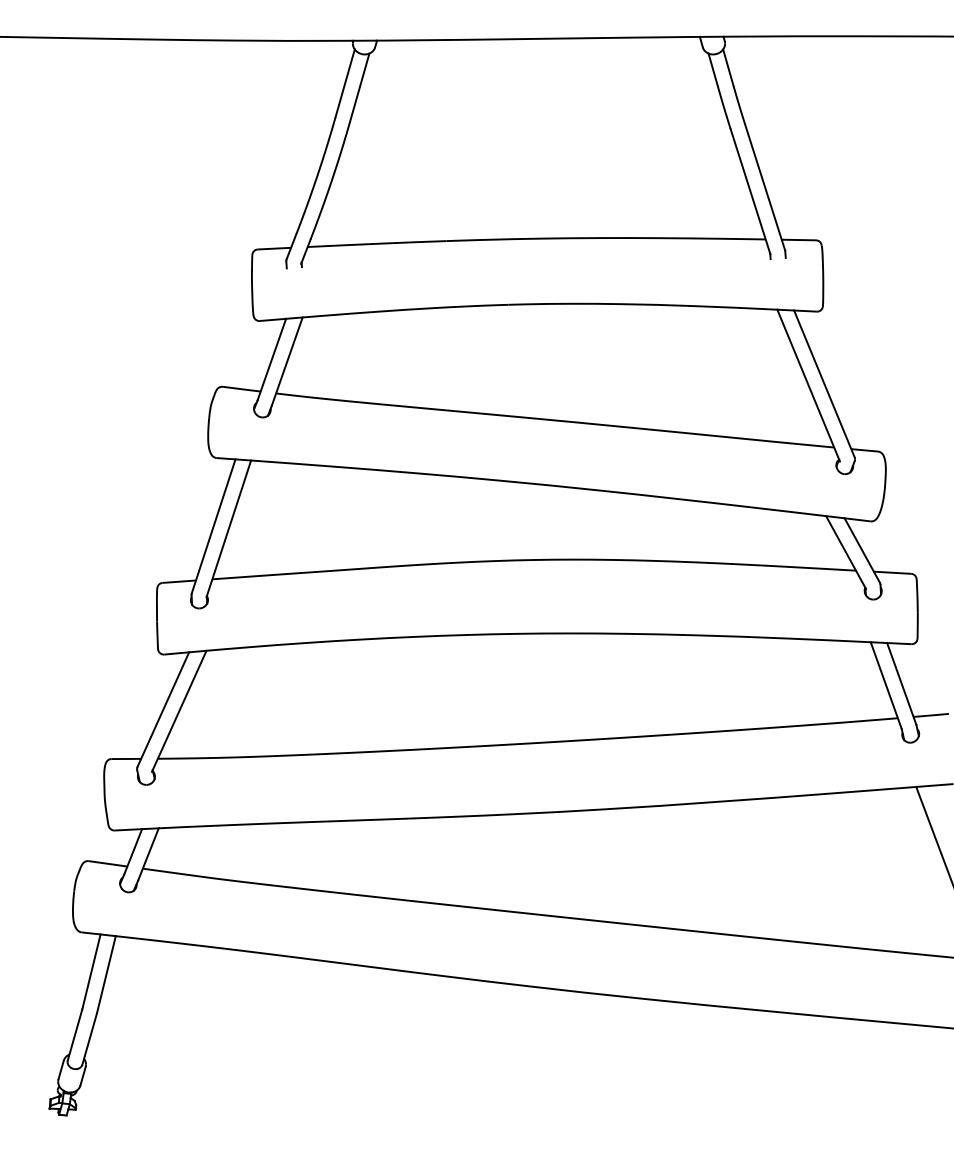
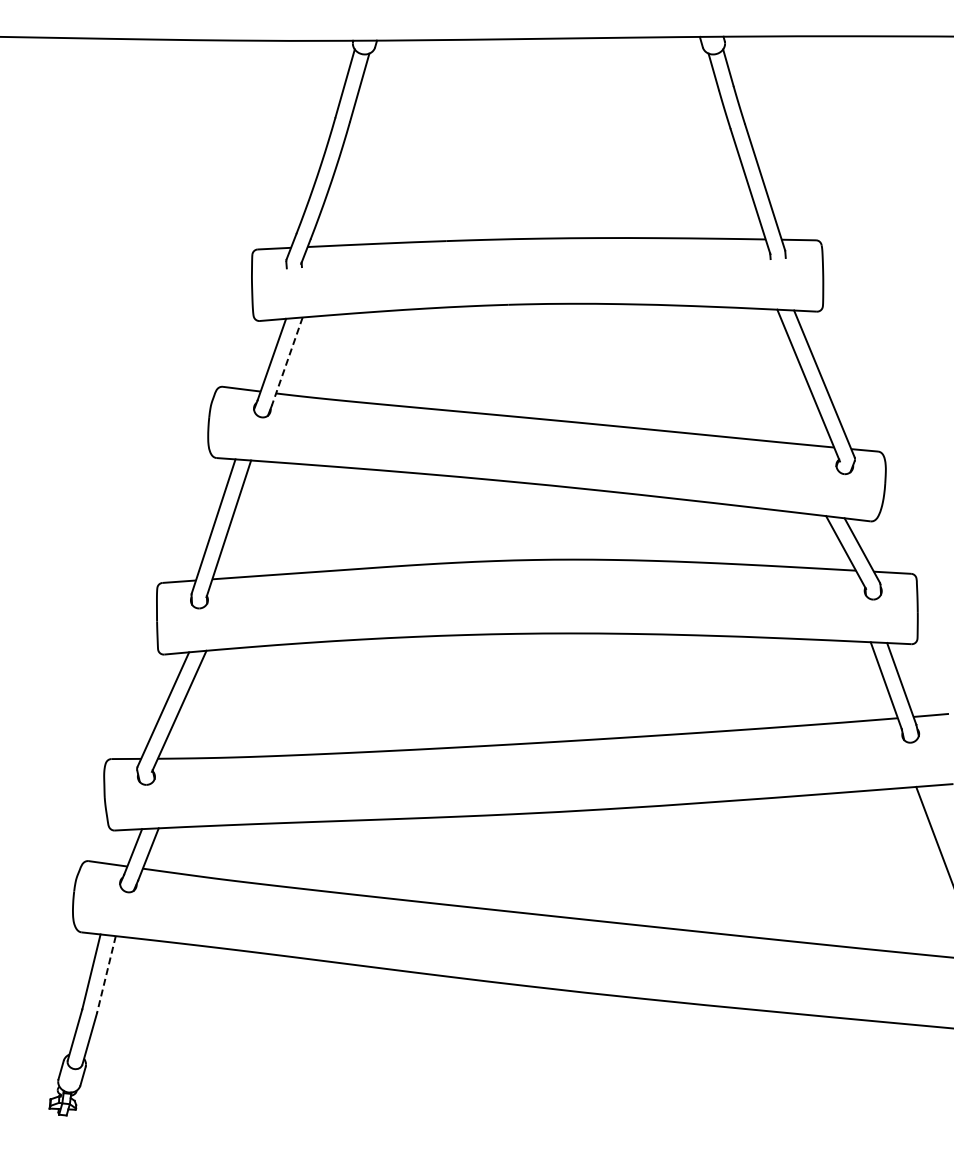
line at (287, 361): solid -> dashed
line at (106, 974): solid -> dashed
